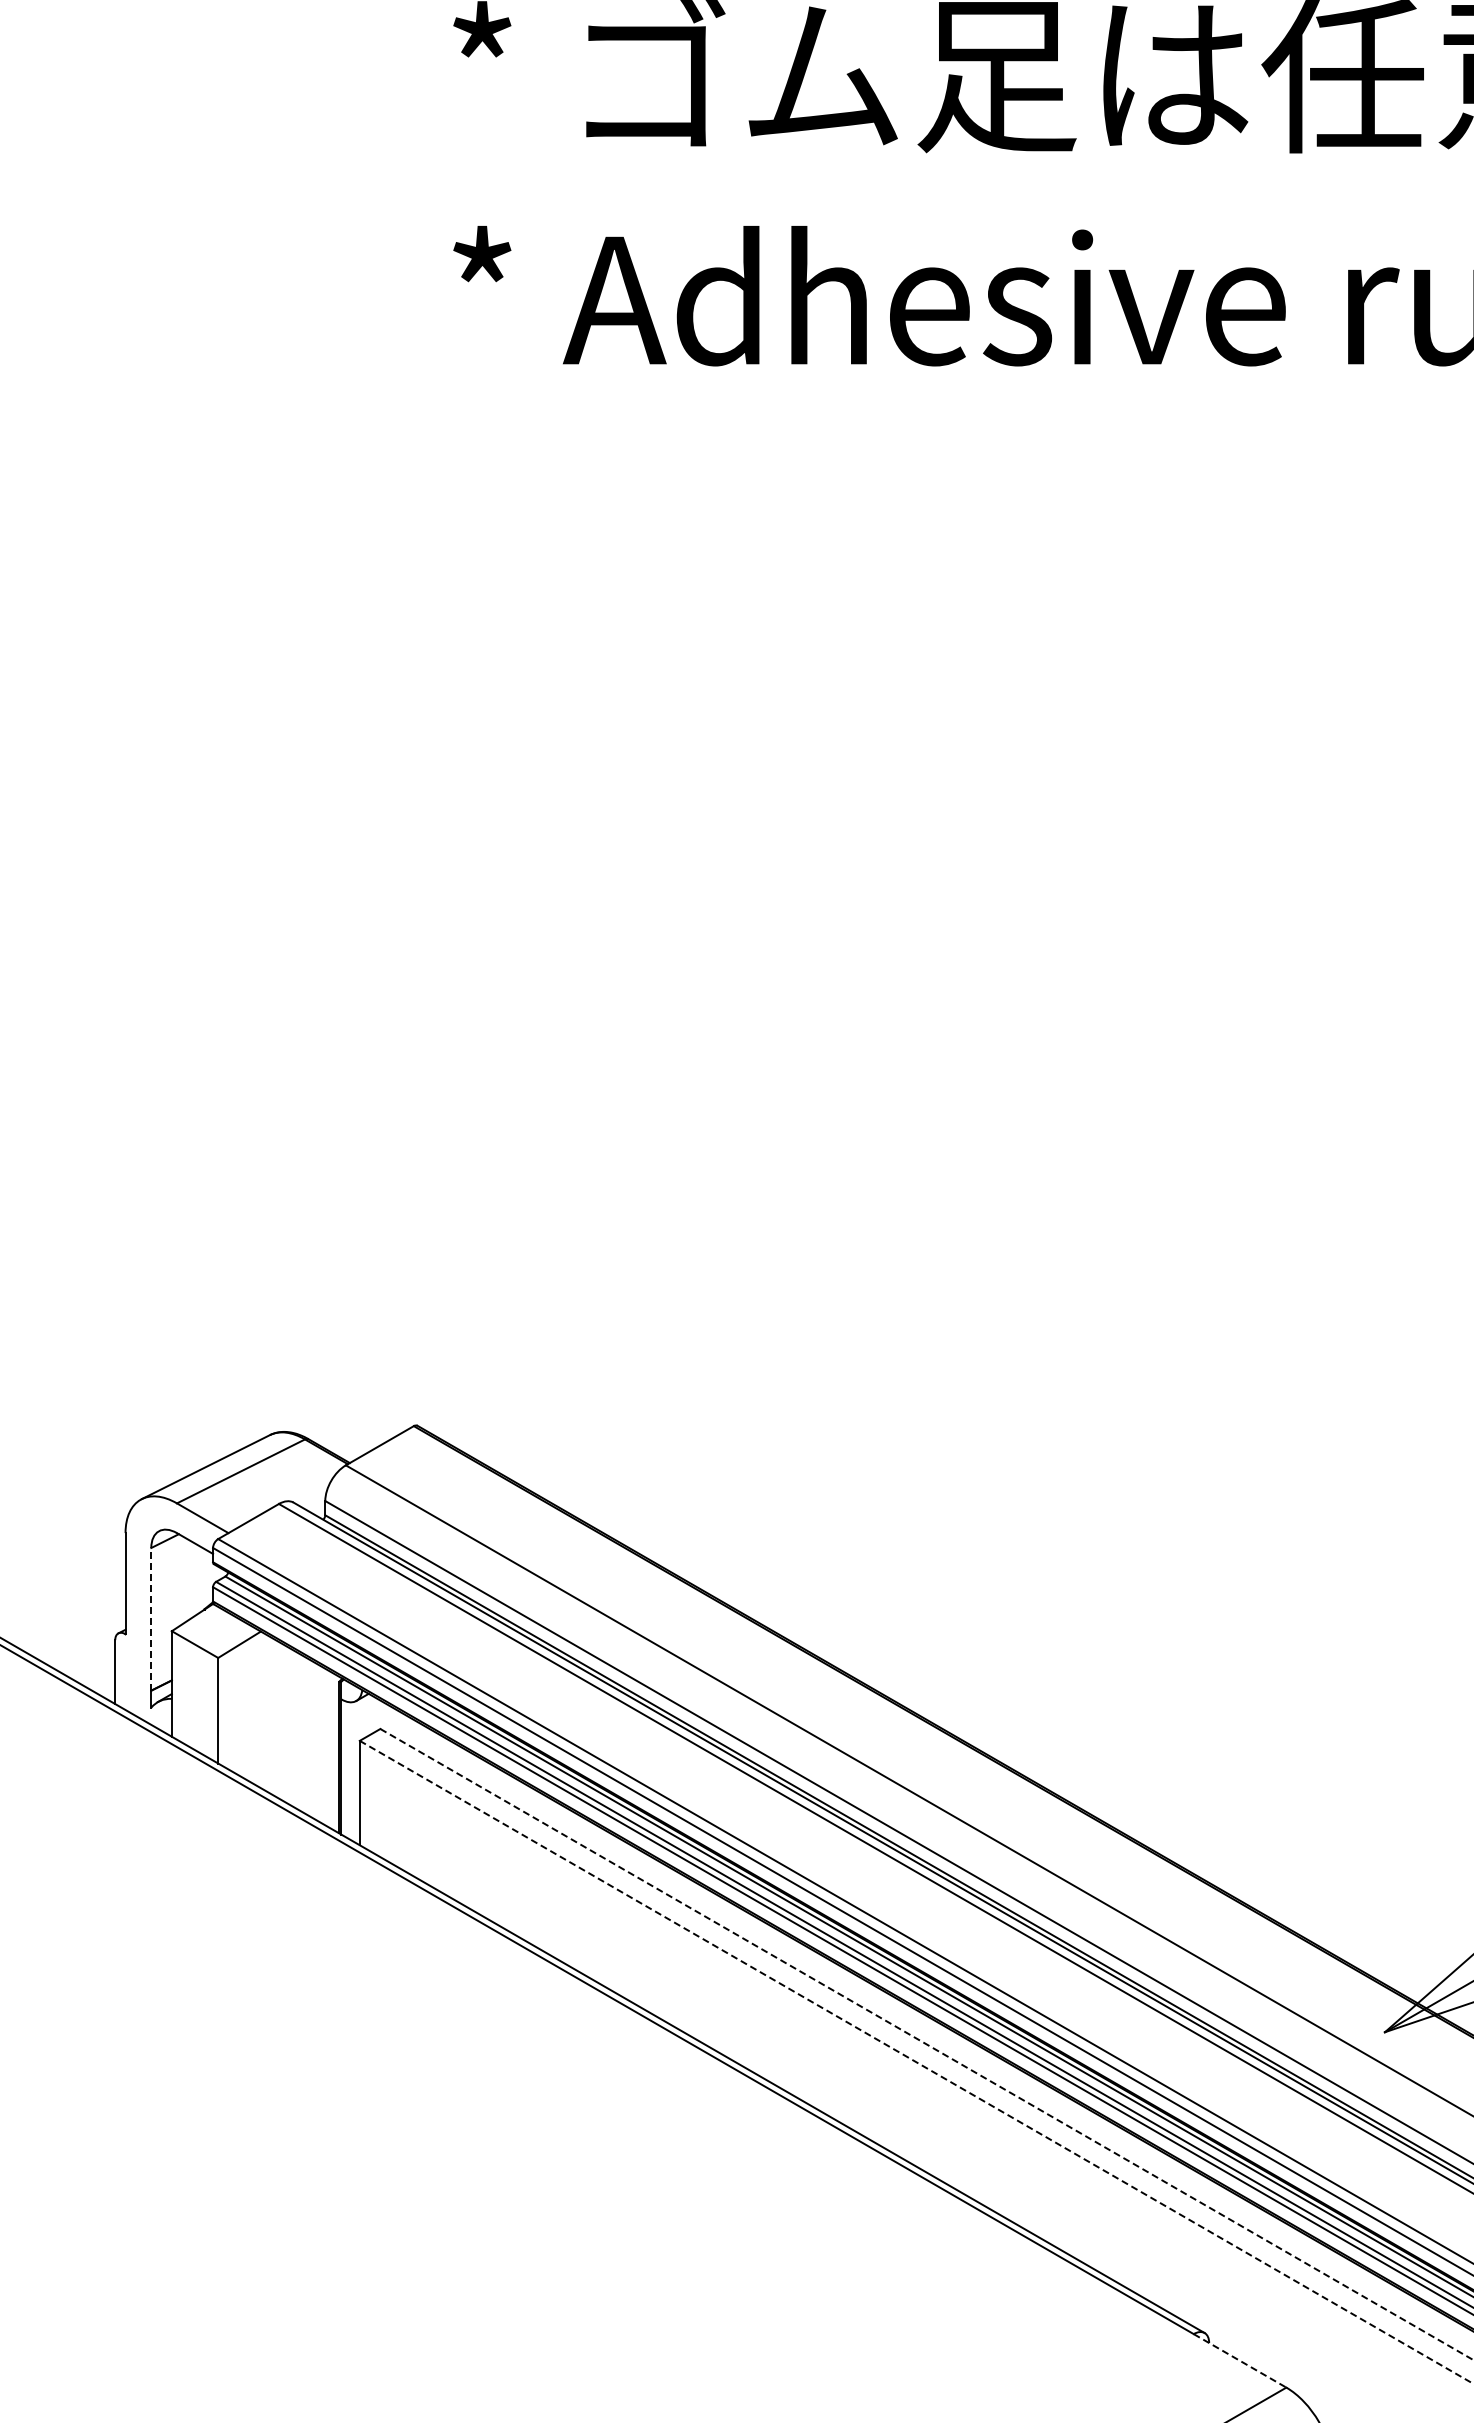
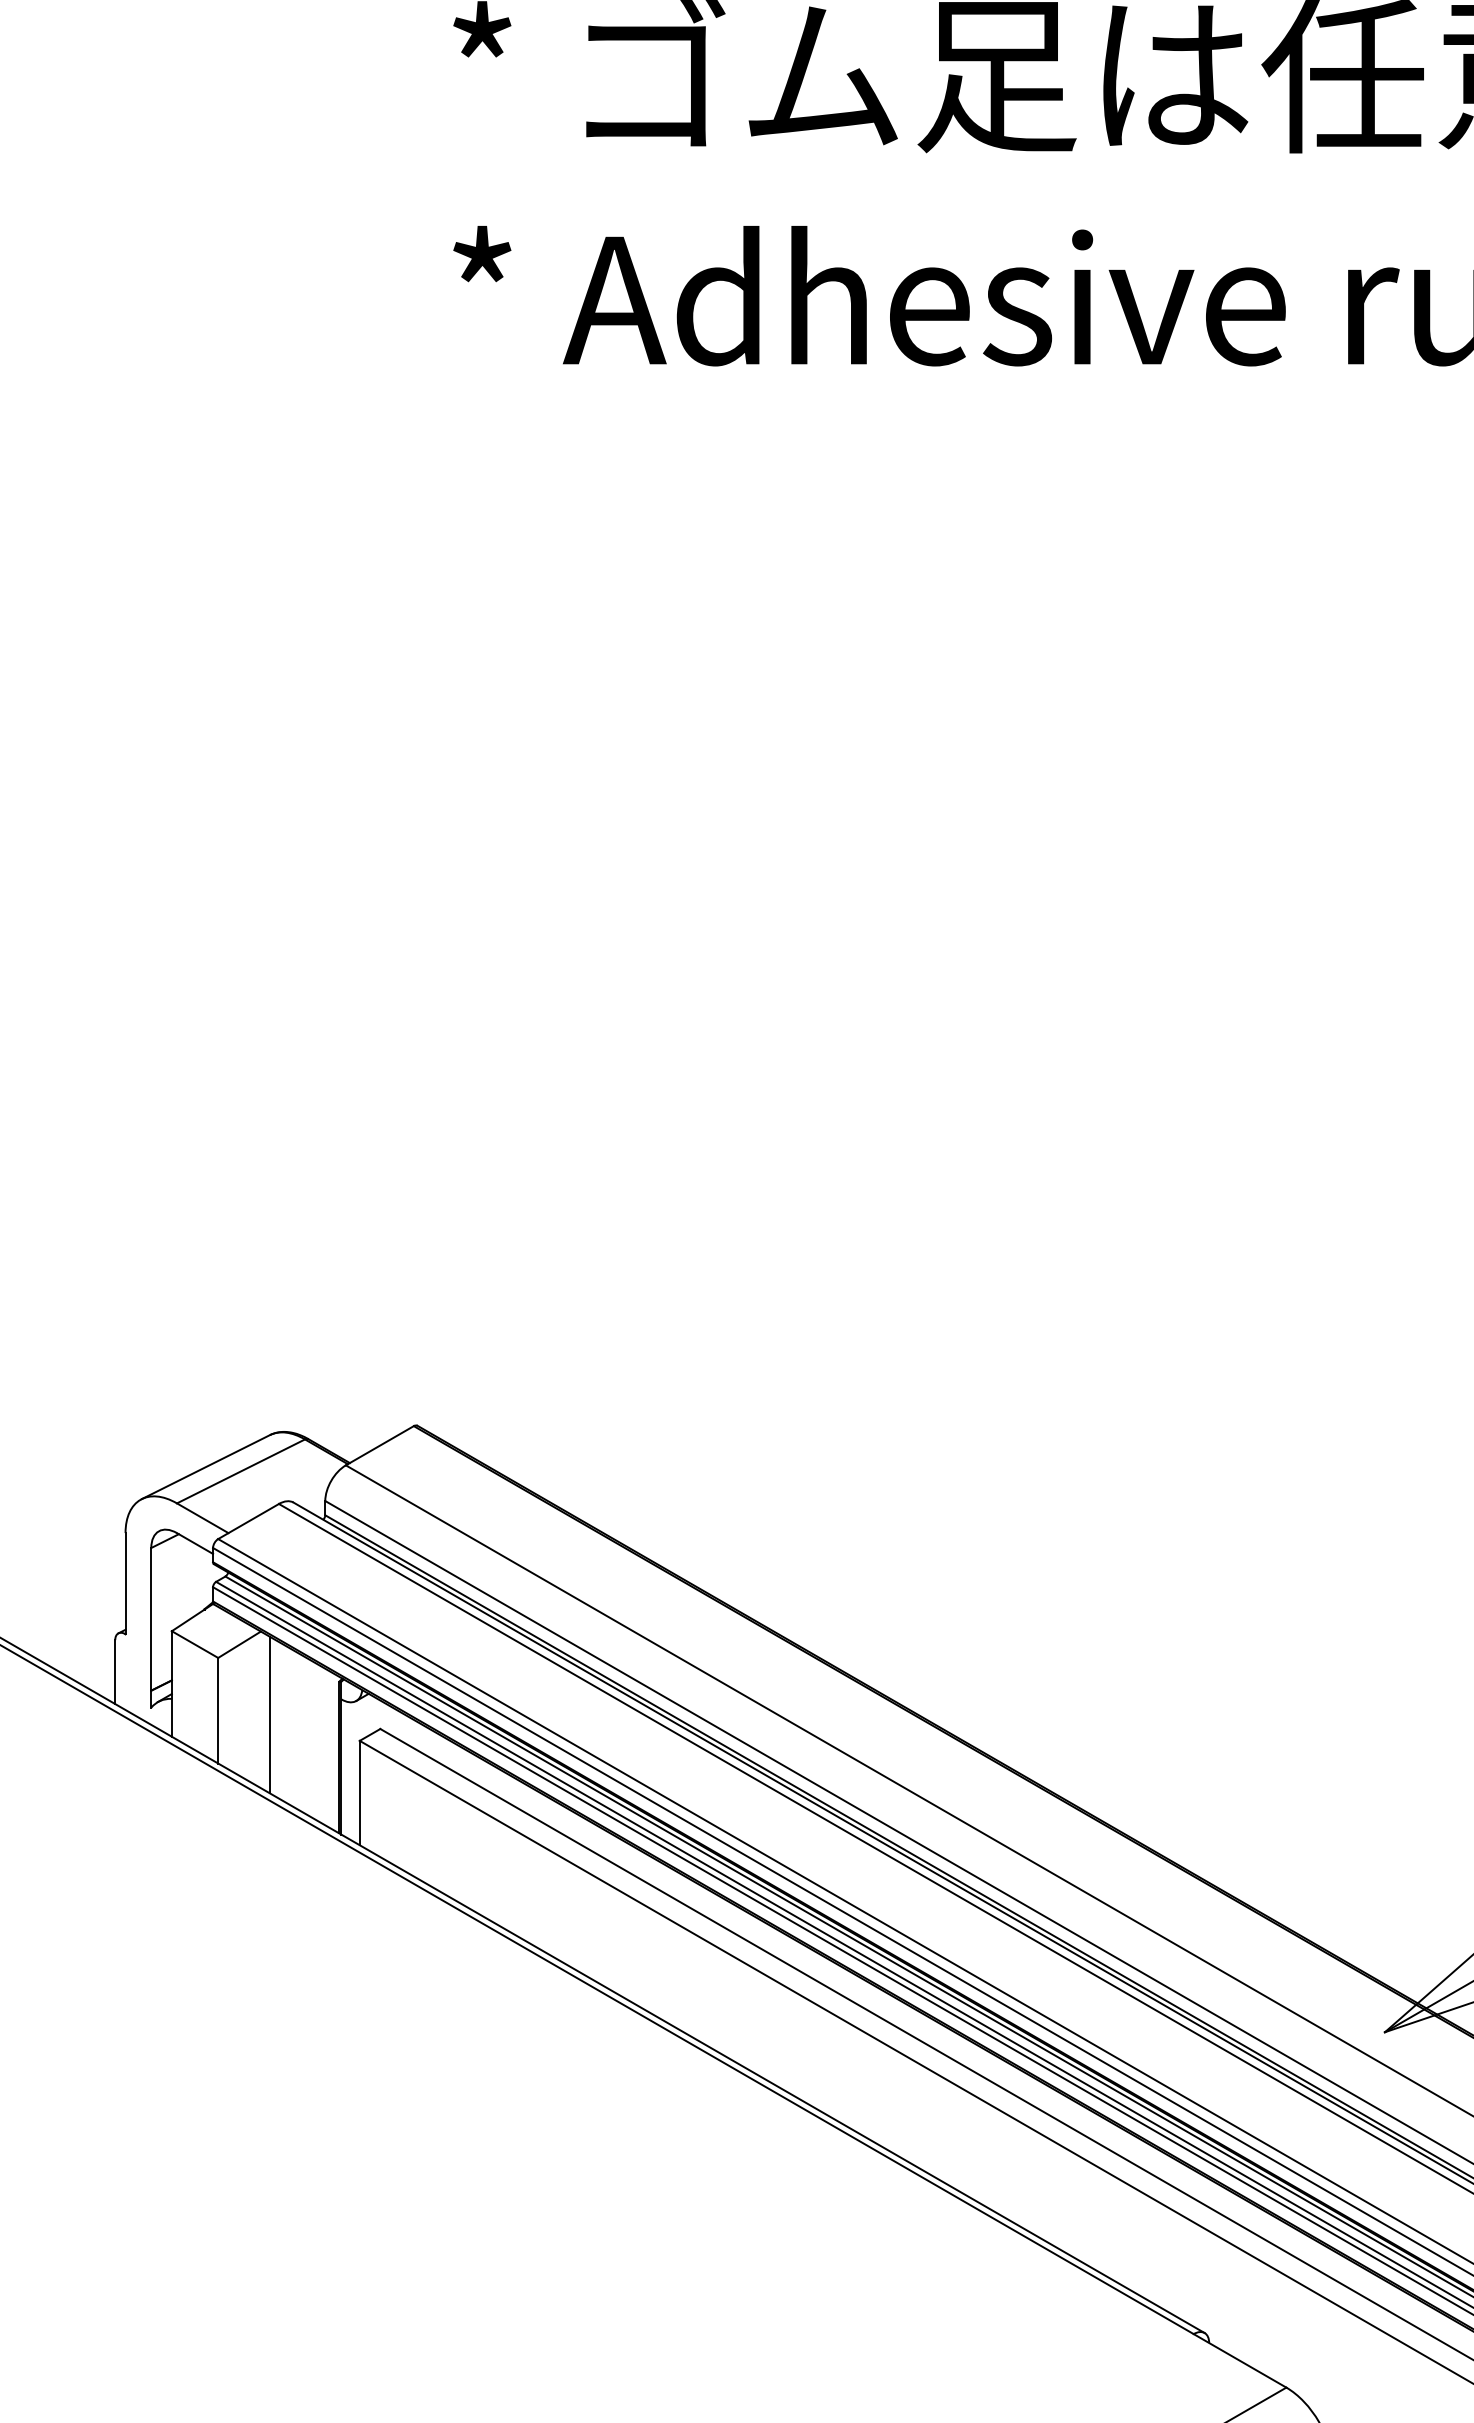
line at (151, 1618): dashed -> solid
line at (269, 1714): none -> present
line at (927, 2044): dashed -> solid
line at (916, 2062): dashed -> solid
line at (1240, 2361): dashed -> solid
